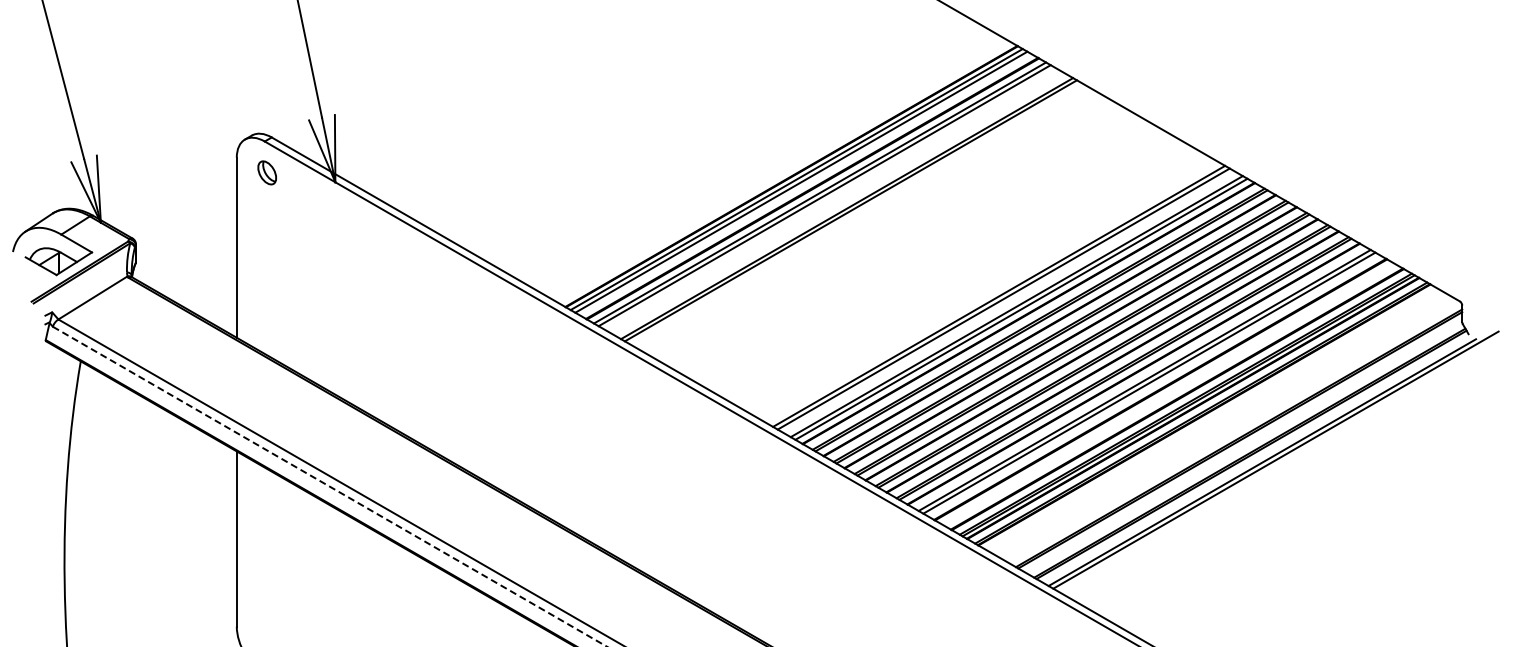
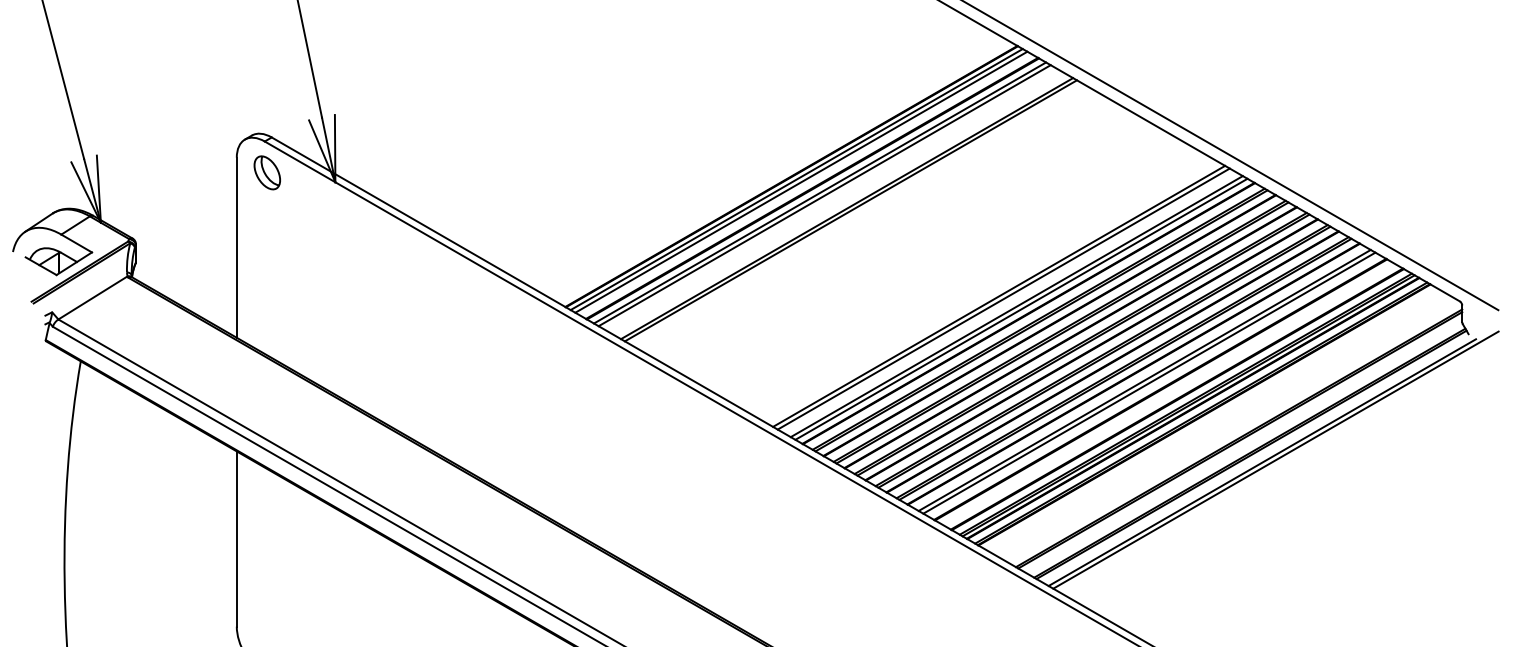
line at (1231, 156): none -> present
part at (266, 172) size: 20x26 px -> 28x36 px
line at (329, 486): dashed -> solid
